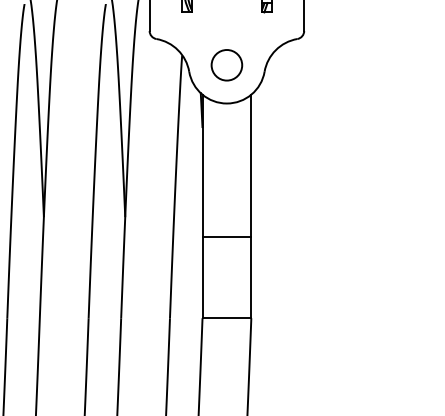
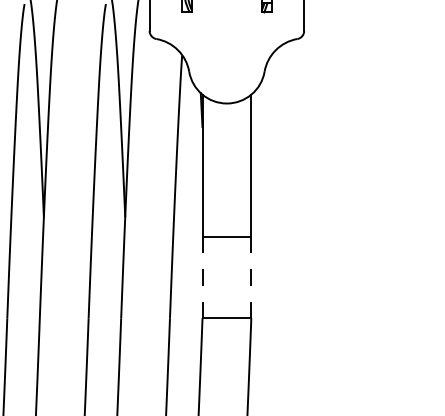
circle at (226, 65): present -> none
line at (202, 277): solid -> dashed
line at (251, 277): solid -> dashed
